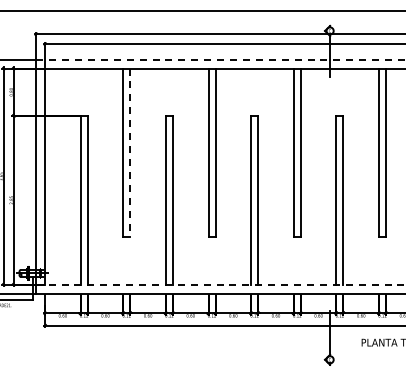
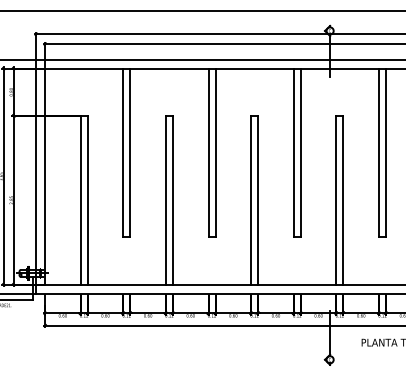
line at (221, 59): dashed -> solid
line at (130, 153): dashed -> solid
line at (225, 284): dashed -> solid
